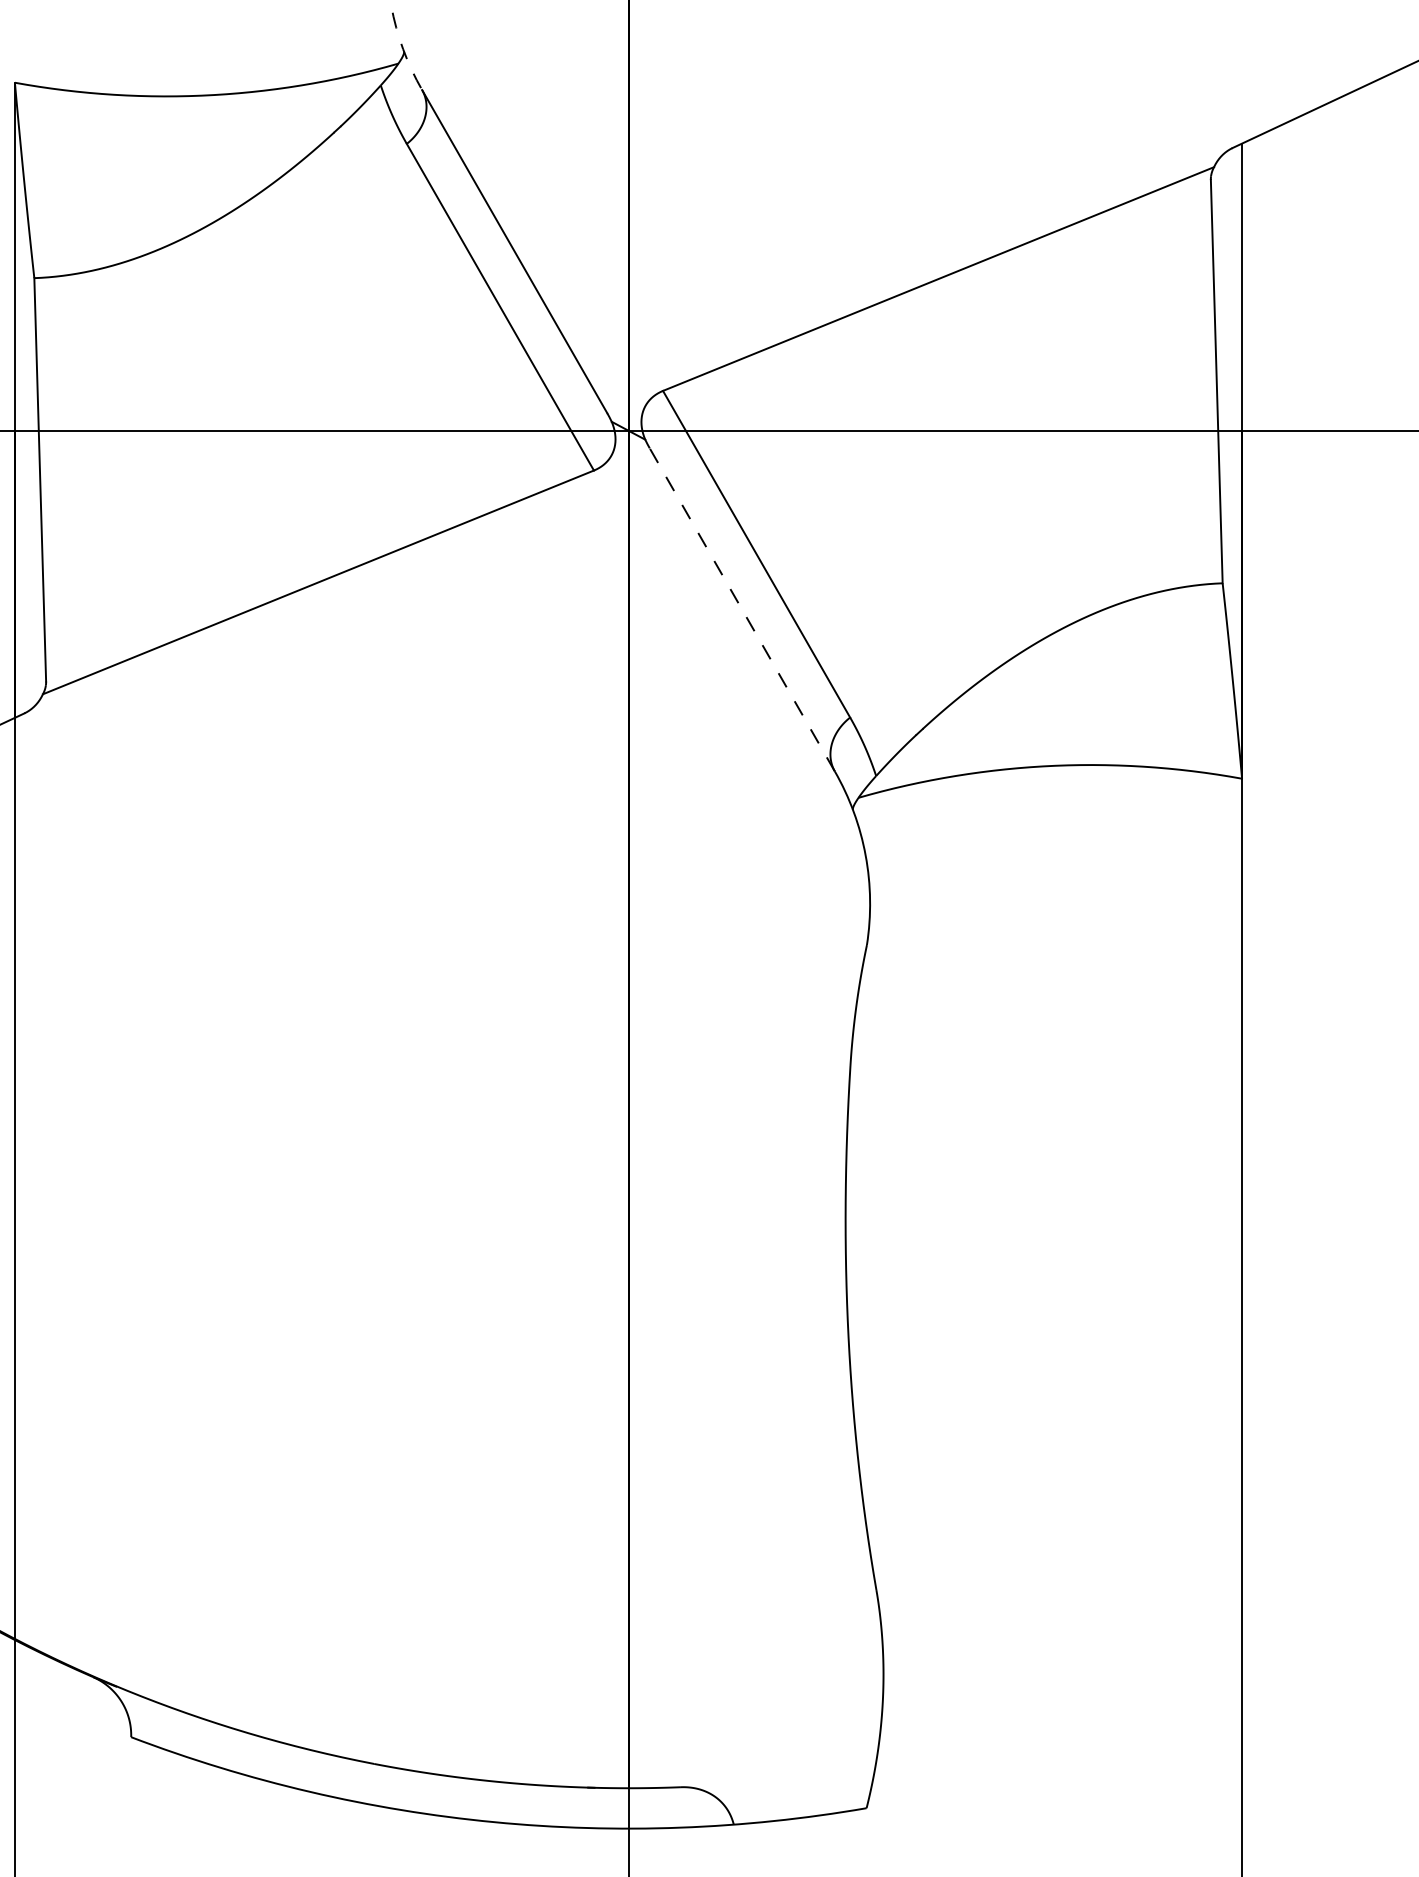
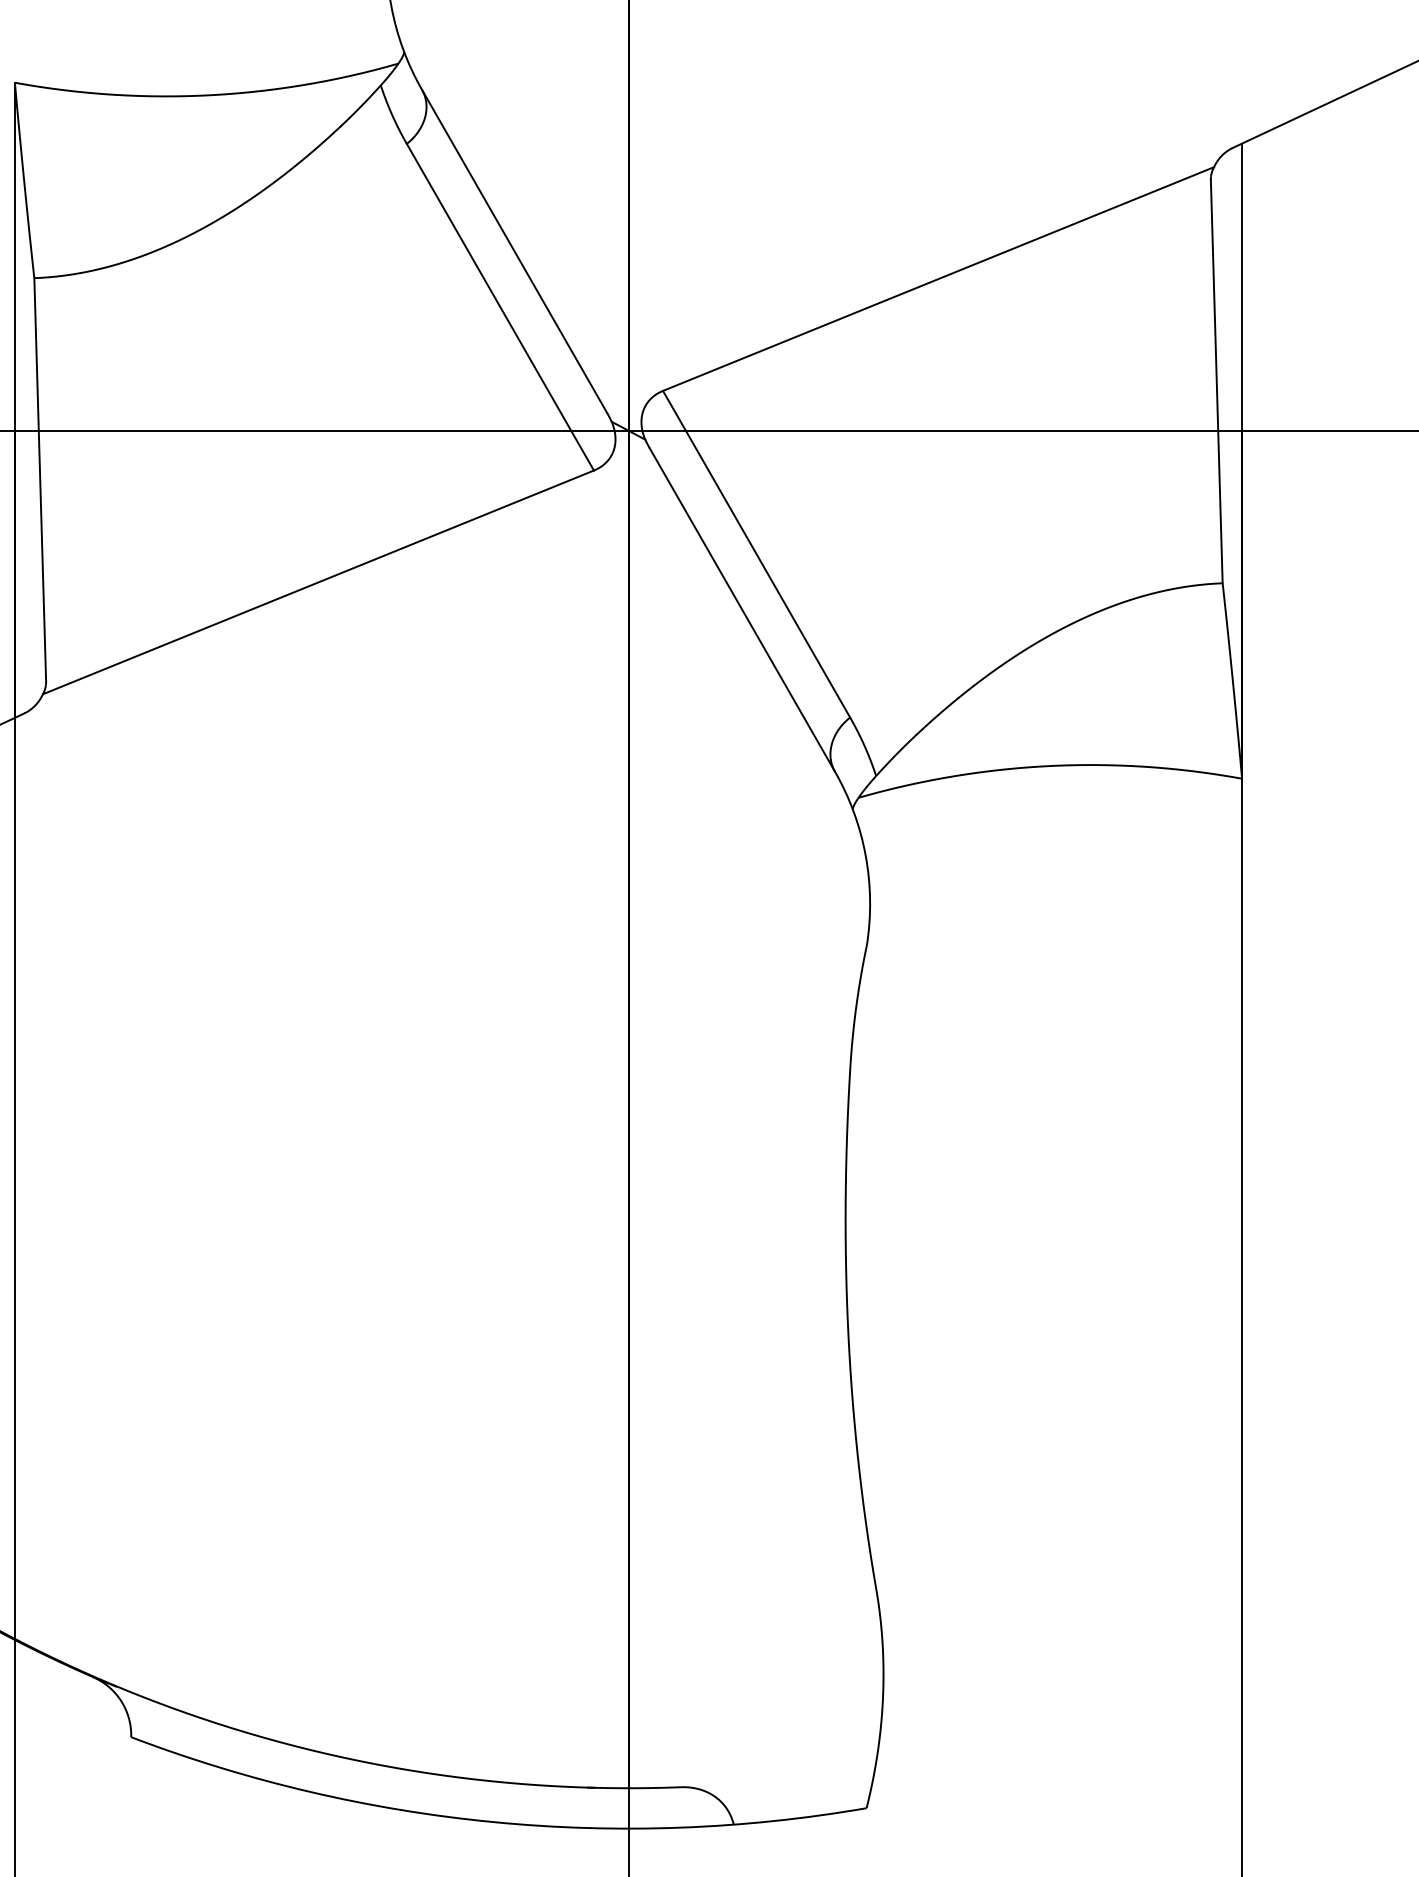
arc at (402, 47): dashed -> solid
line at (742, 609): dashed -> solid
